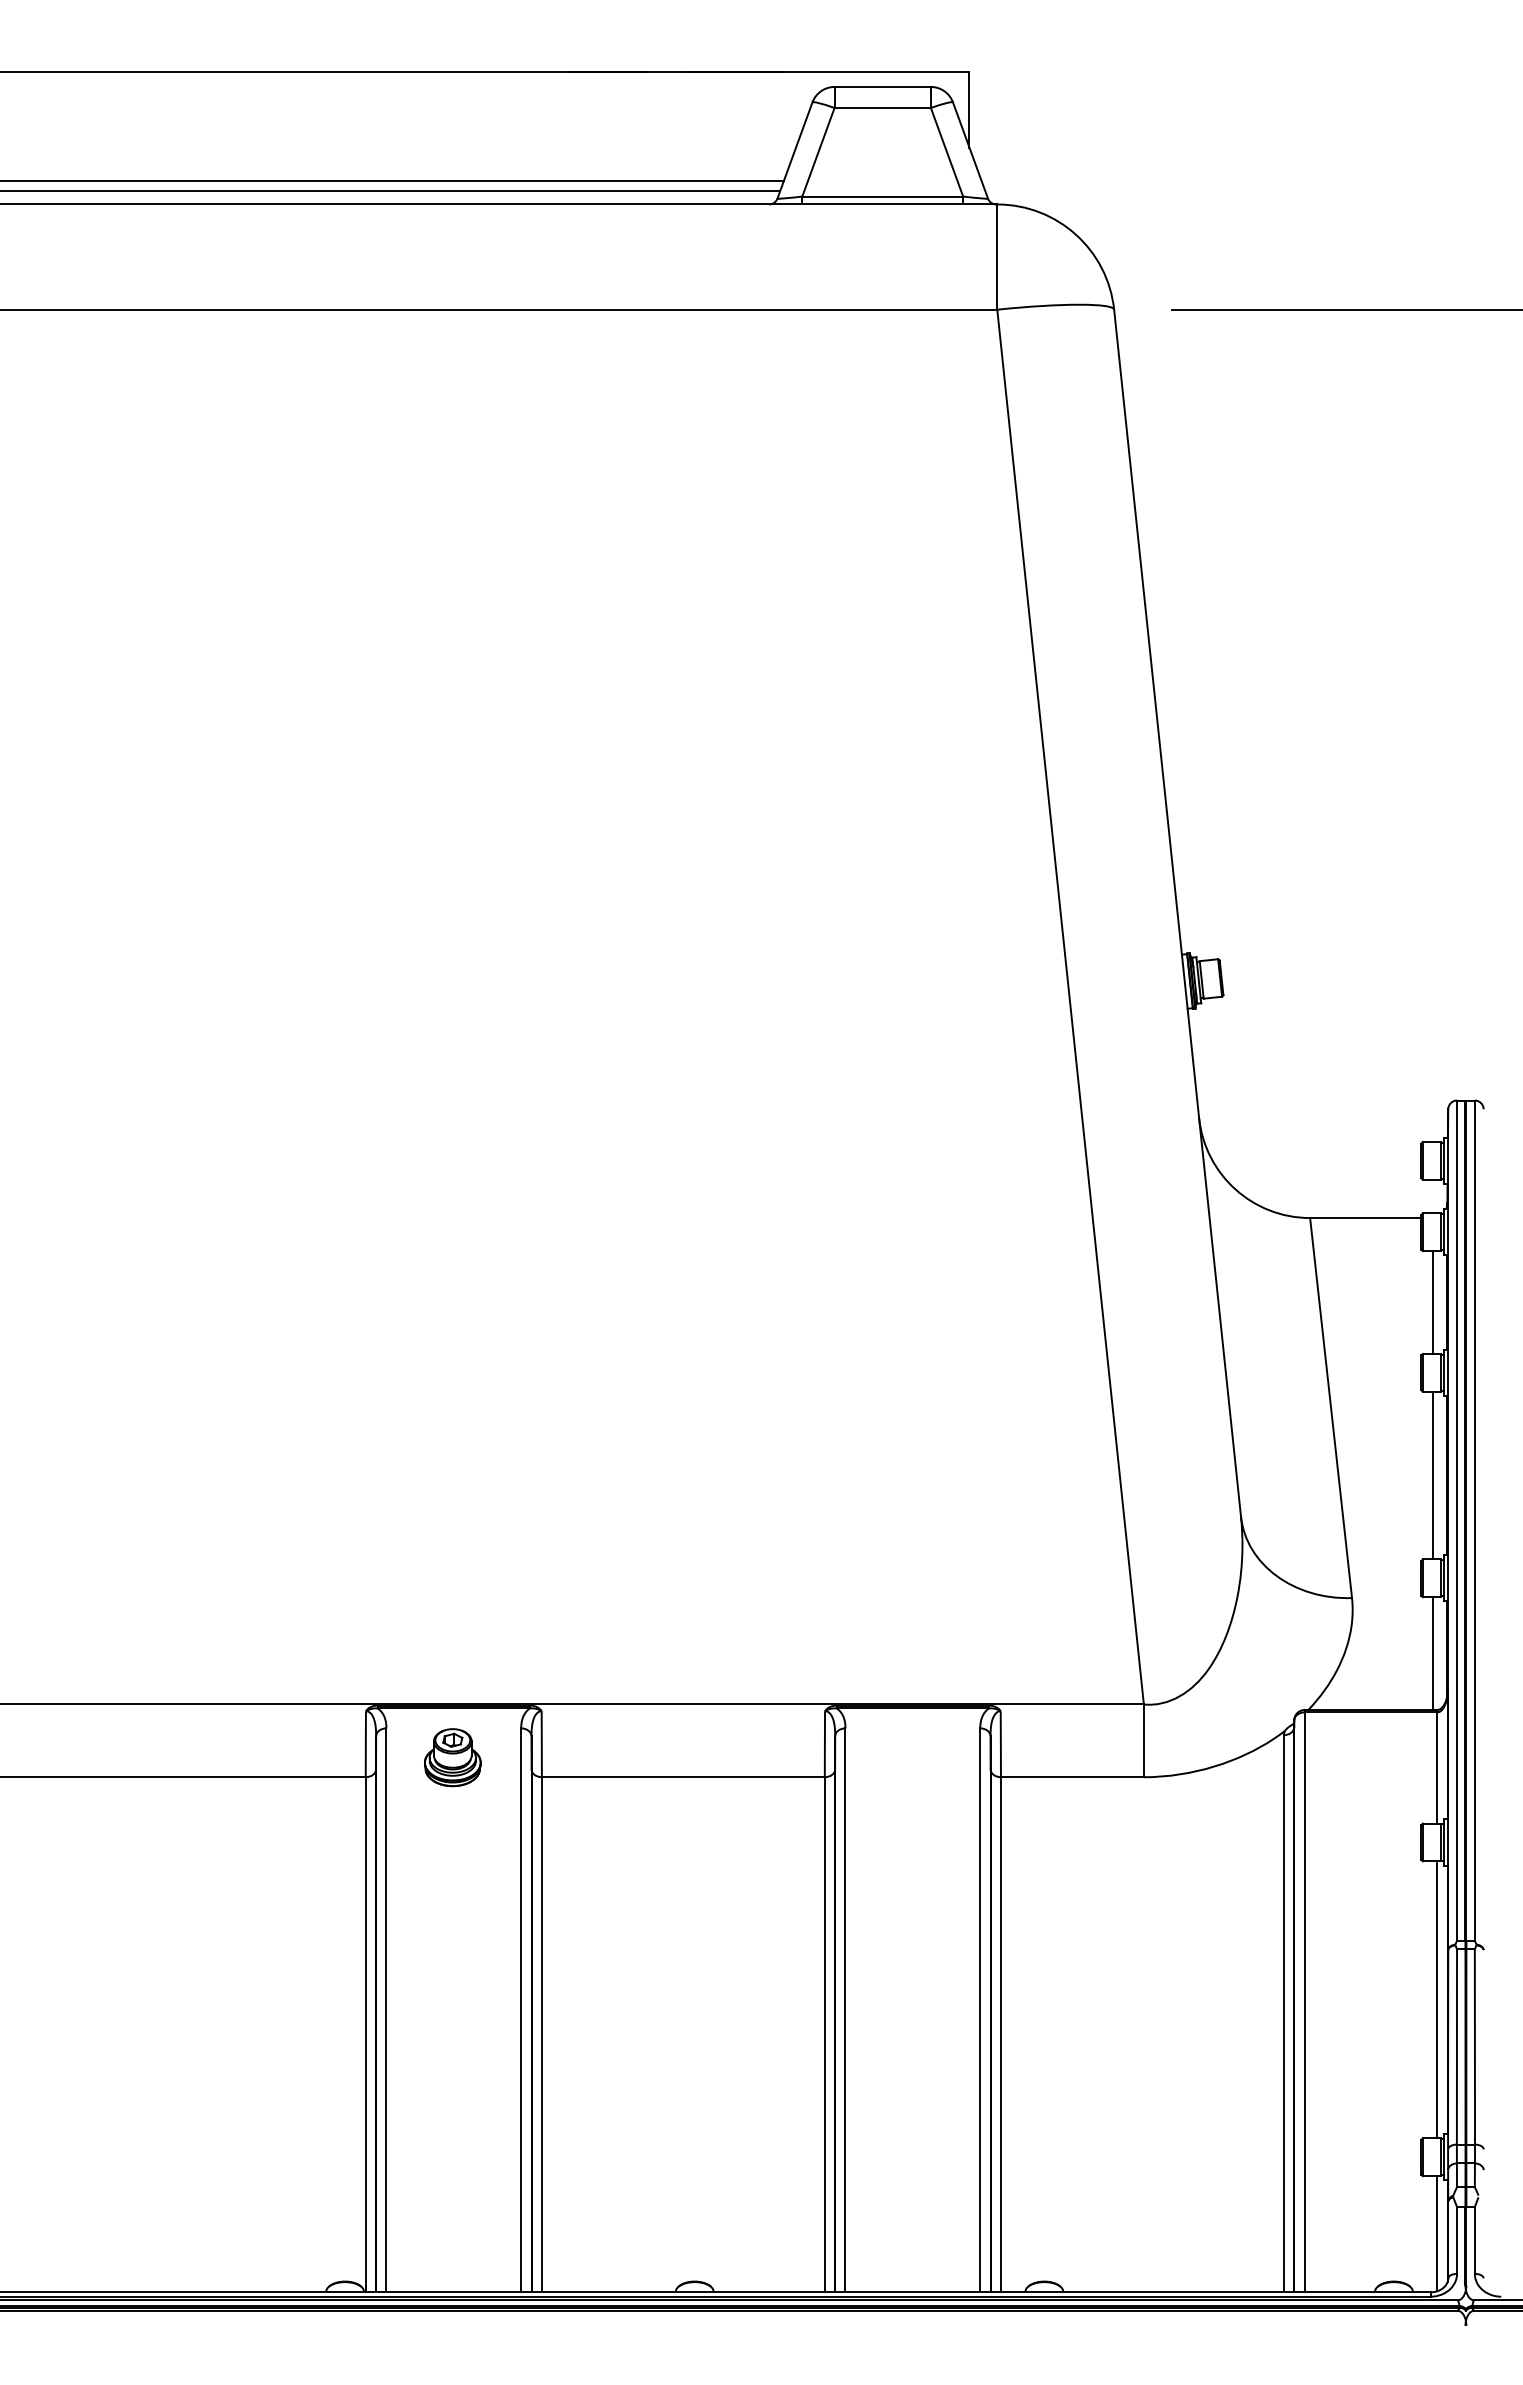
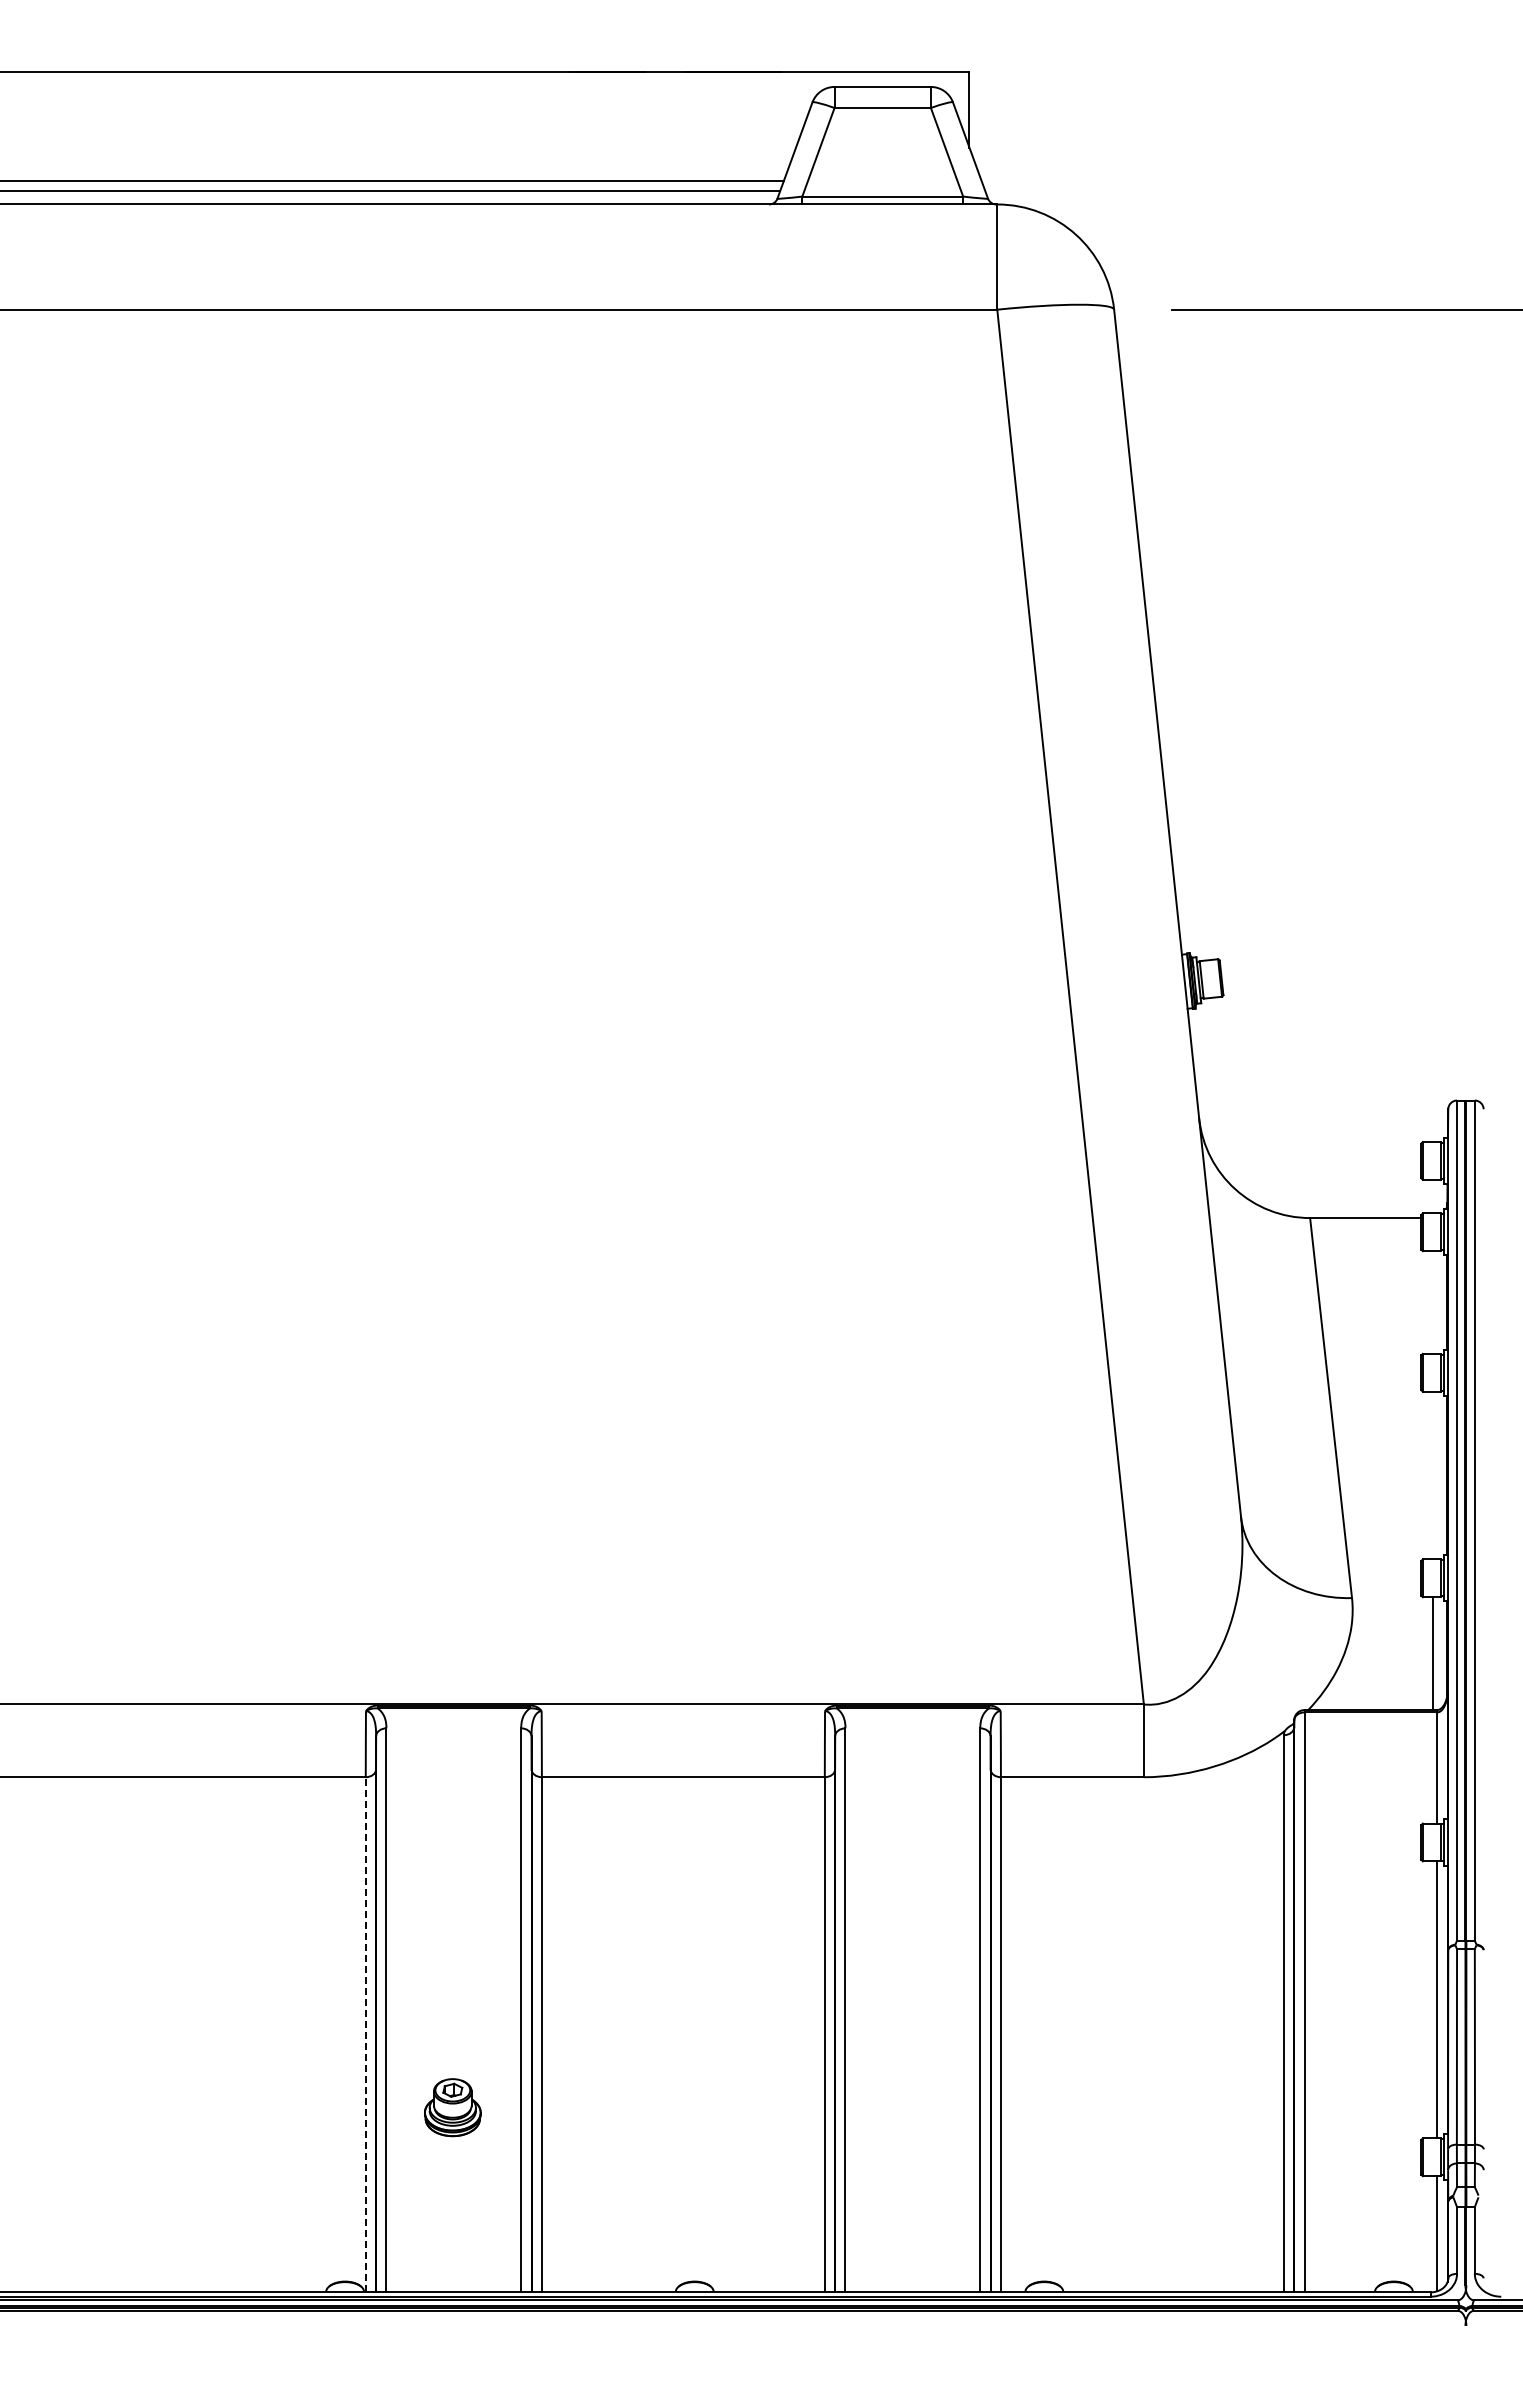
line at (1432, 1302): present -> none
line at (1432, 1475): present -> none
part at (452, 1757) position: (452, 1757) -> (452, 2107)
line at (365, 2034): solid -> dashed
